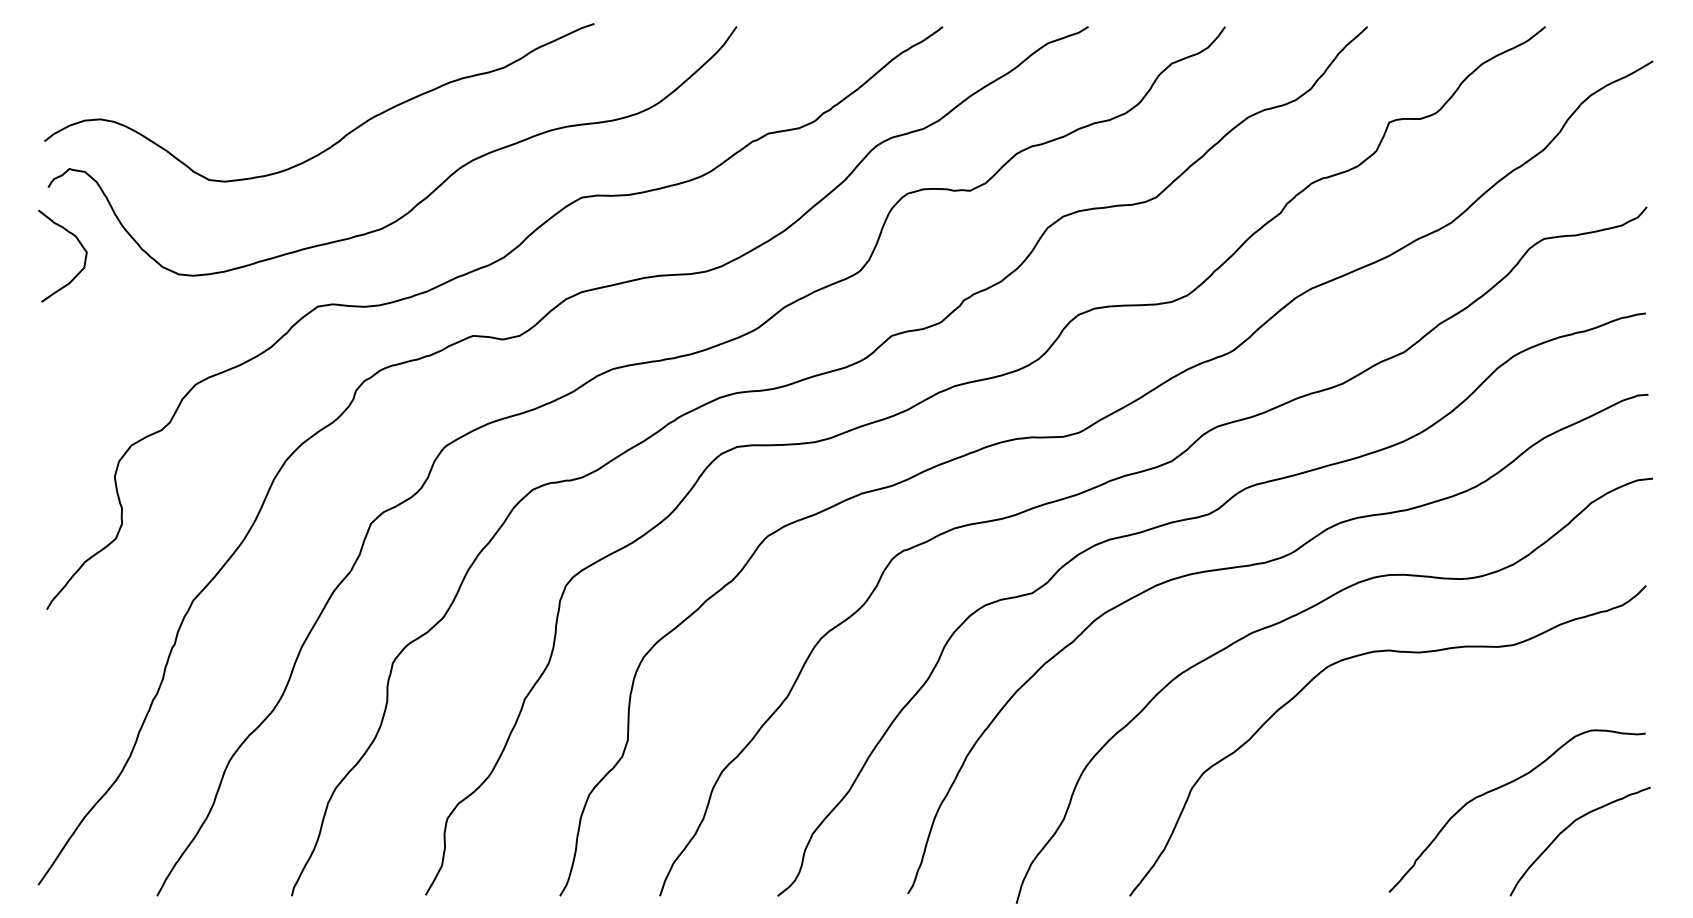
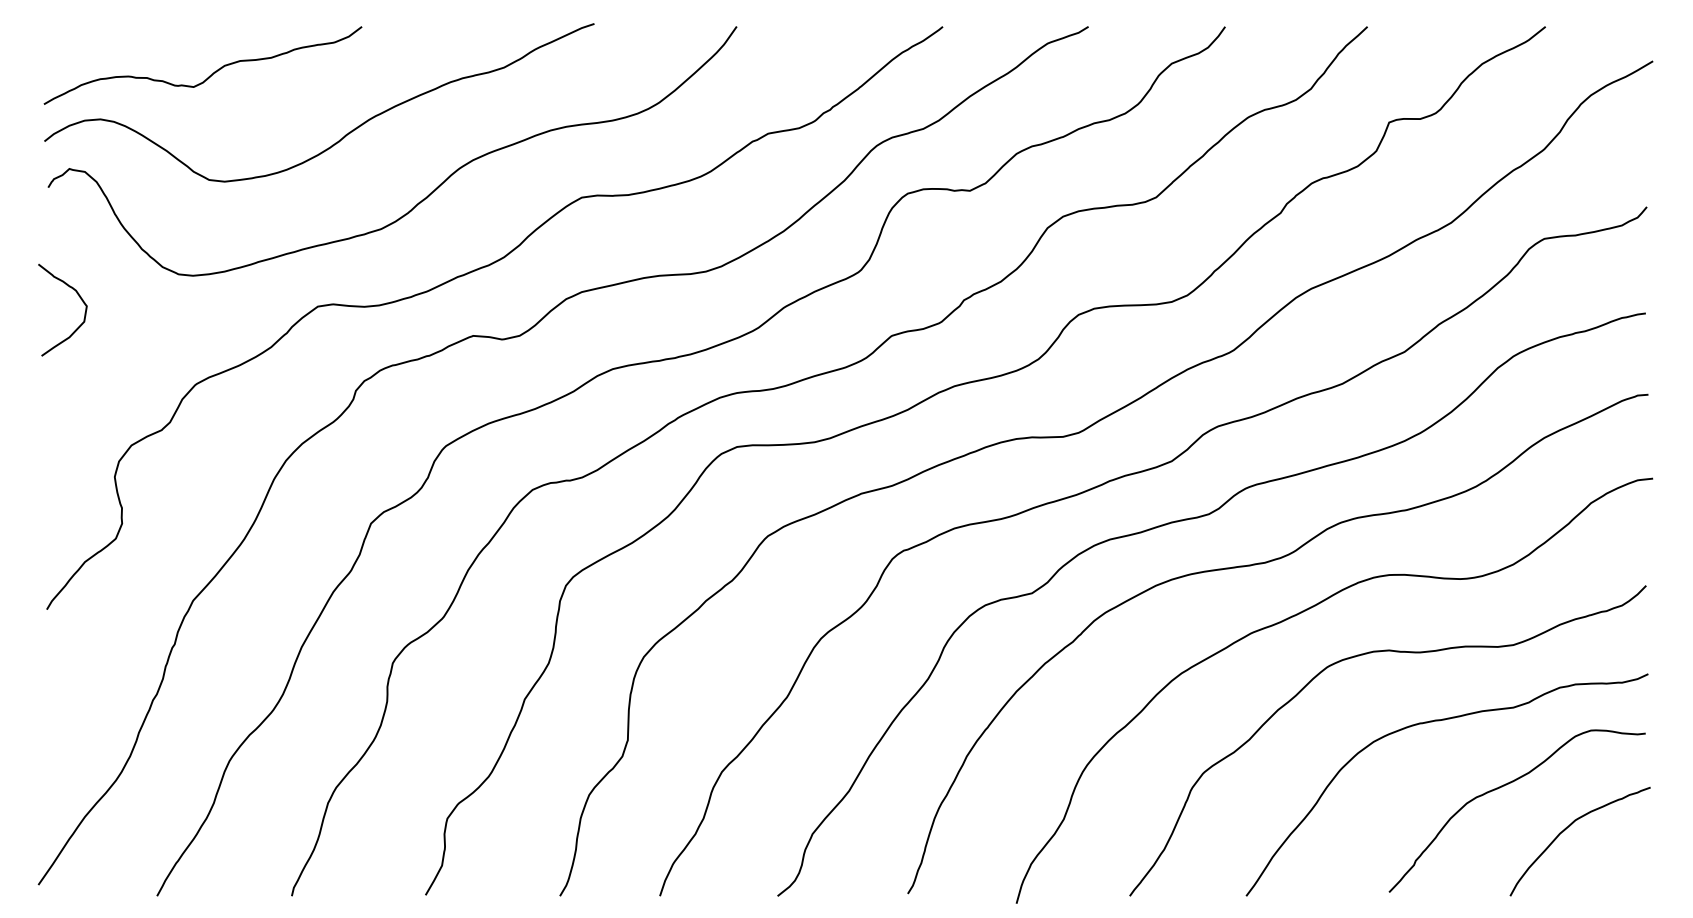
curve at (209, 75): none -> present
curve at (80, 245) position: (80, 245) -> (80, 299)
curve at (1439, 721): none -> present
